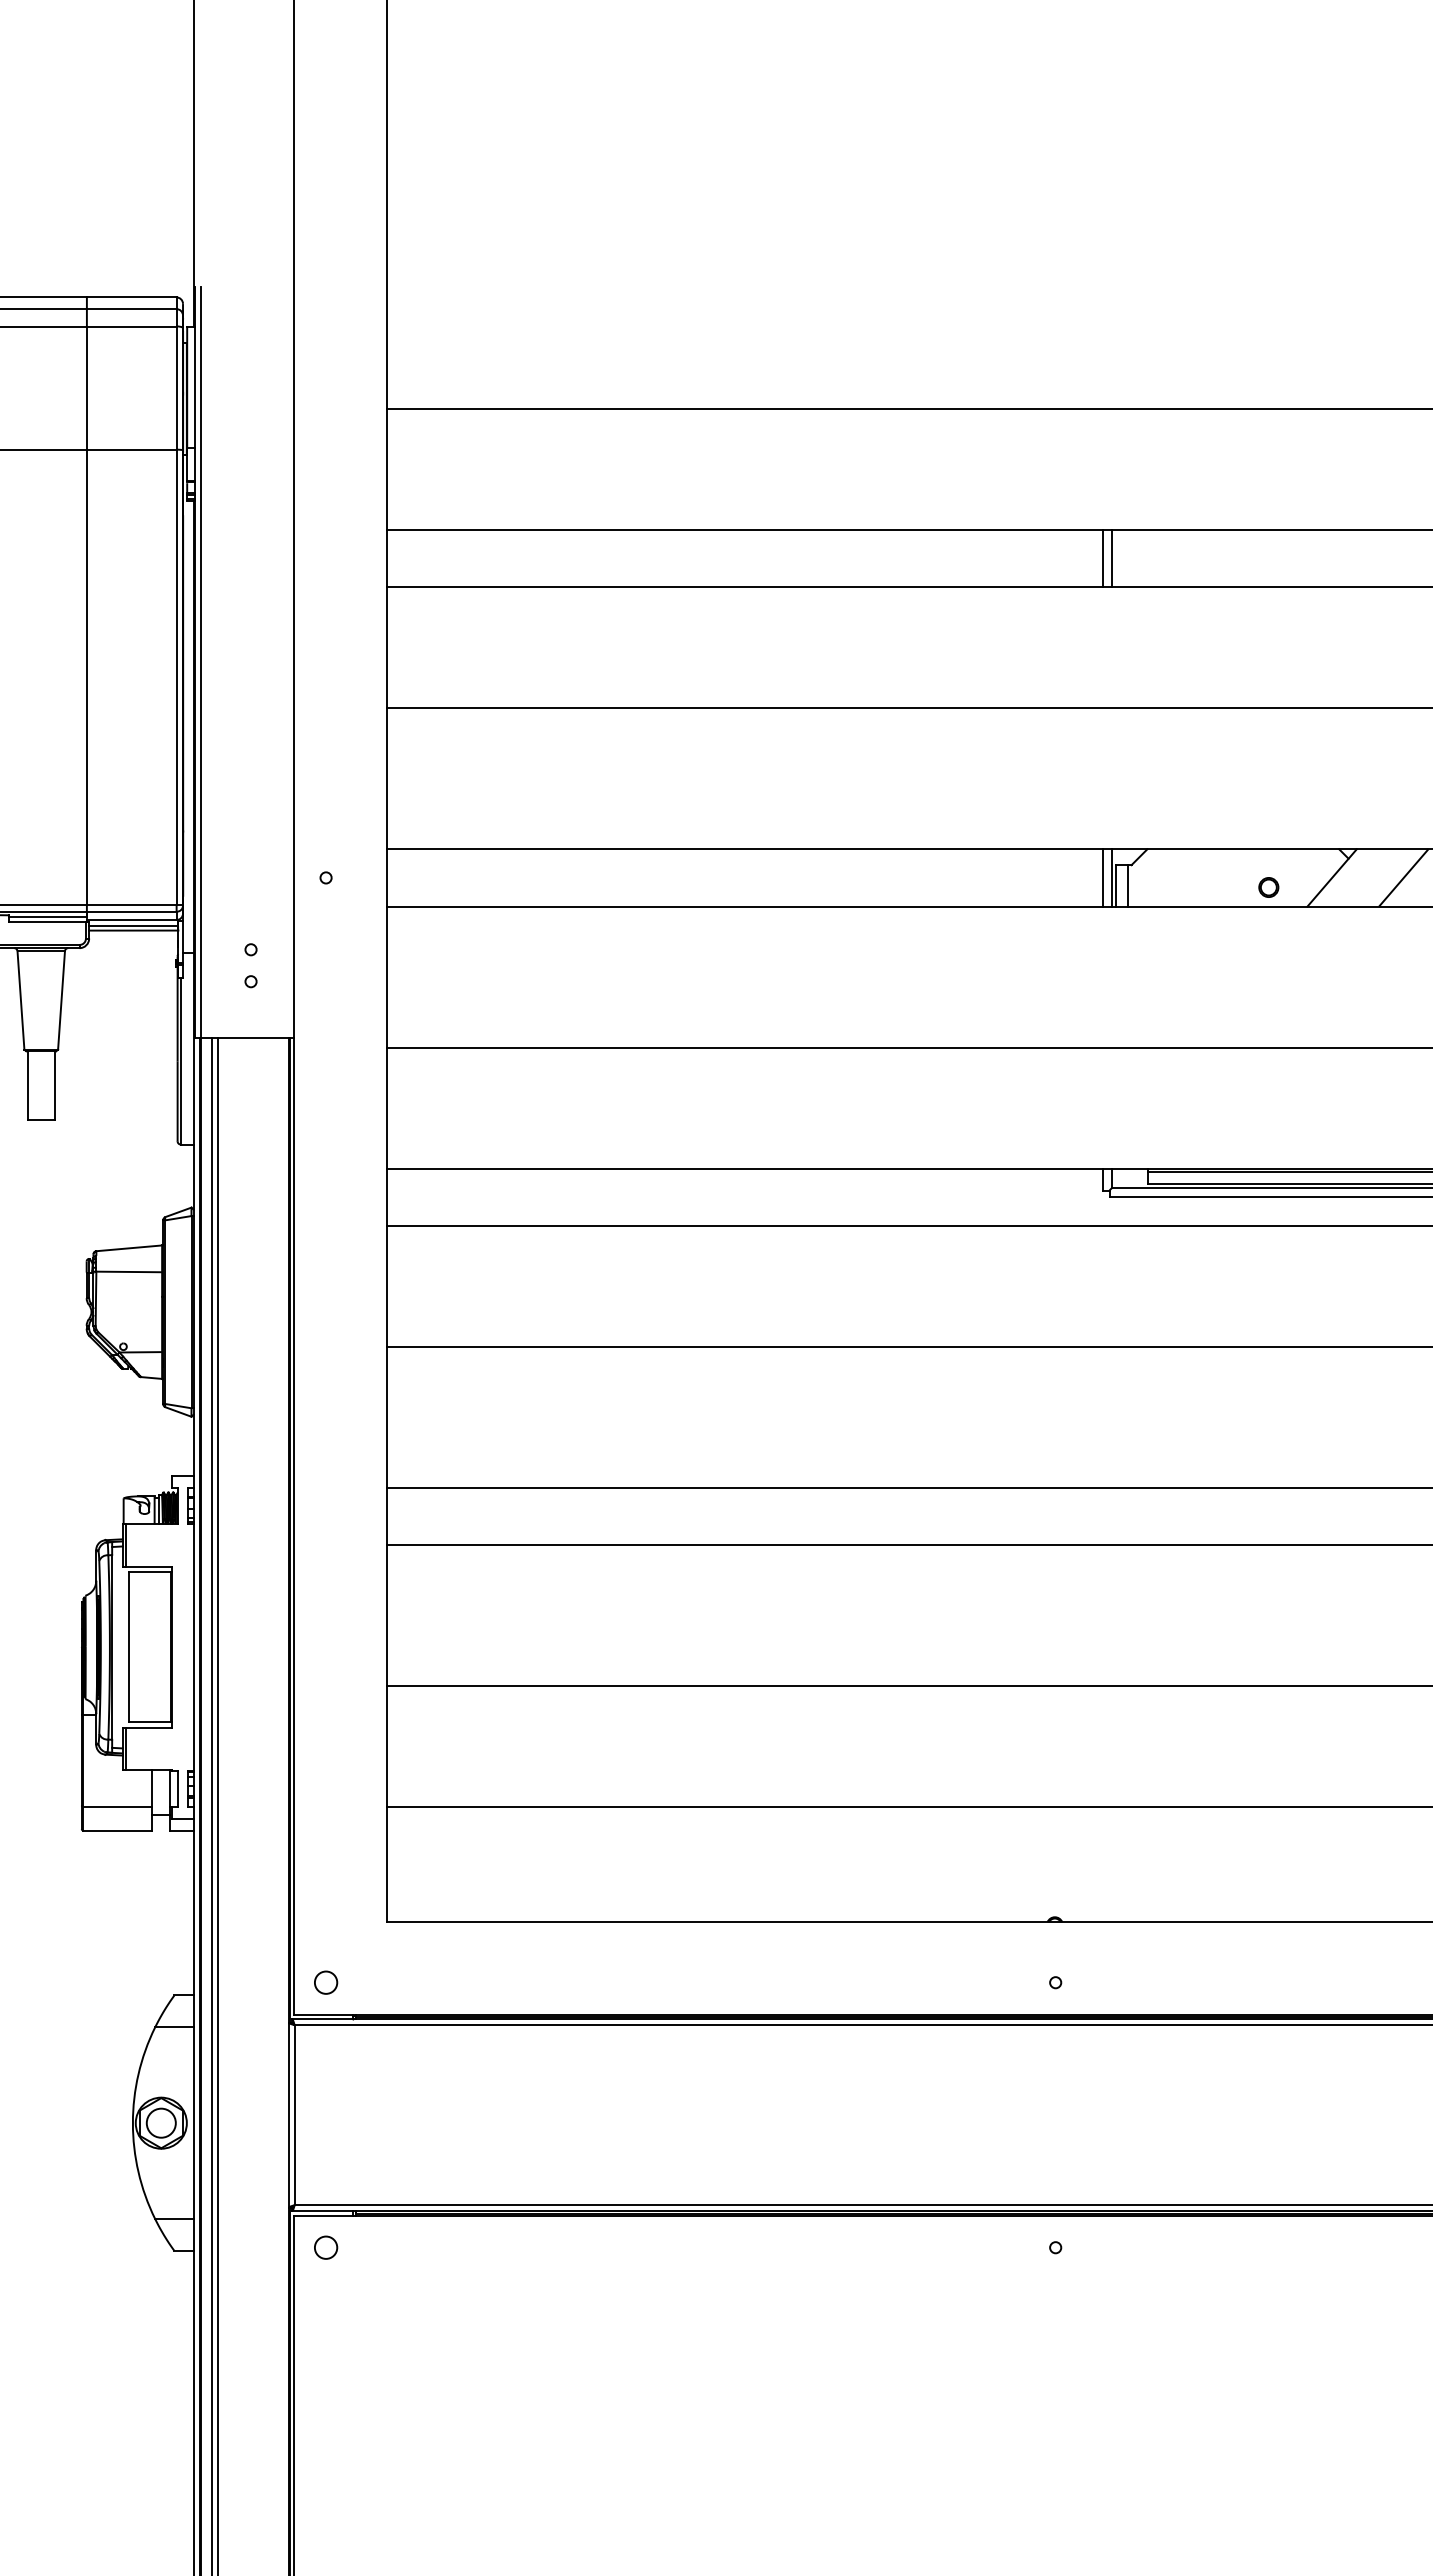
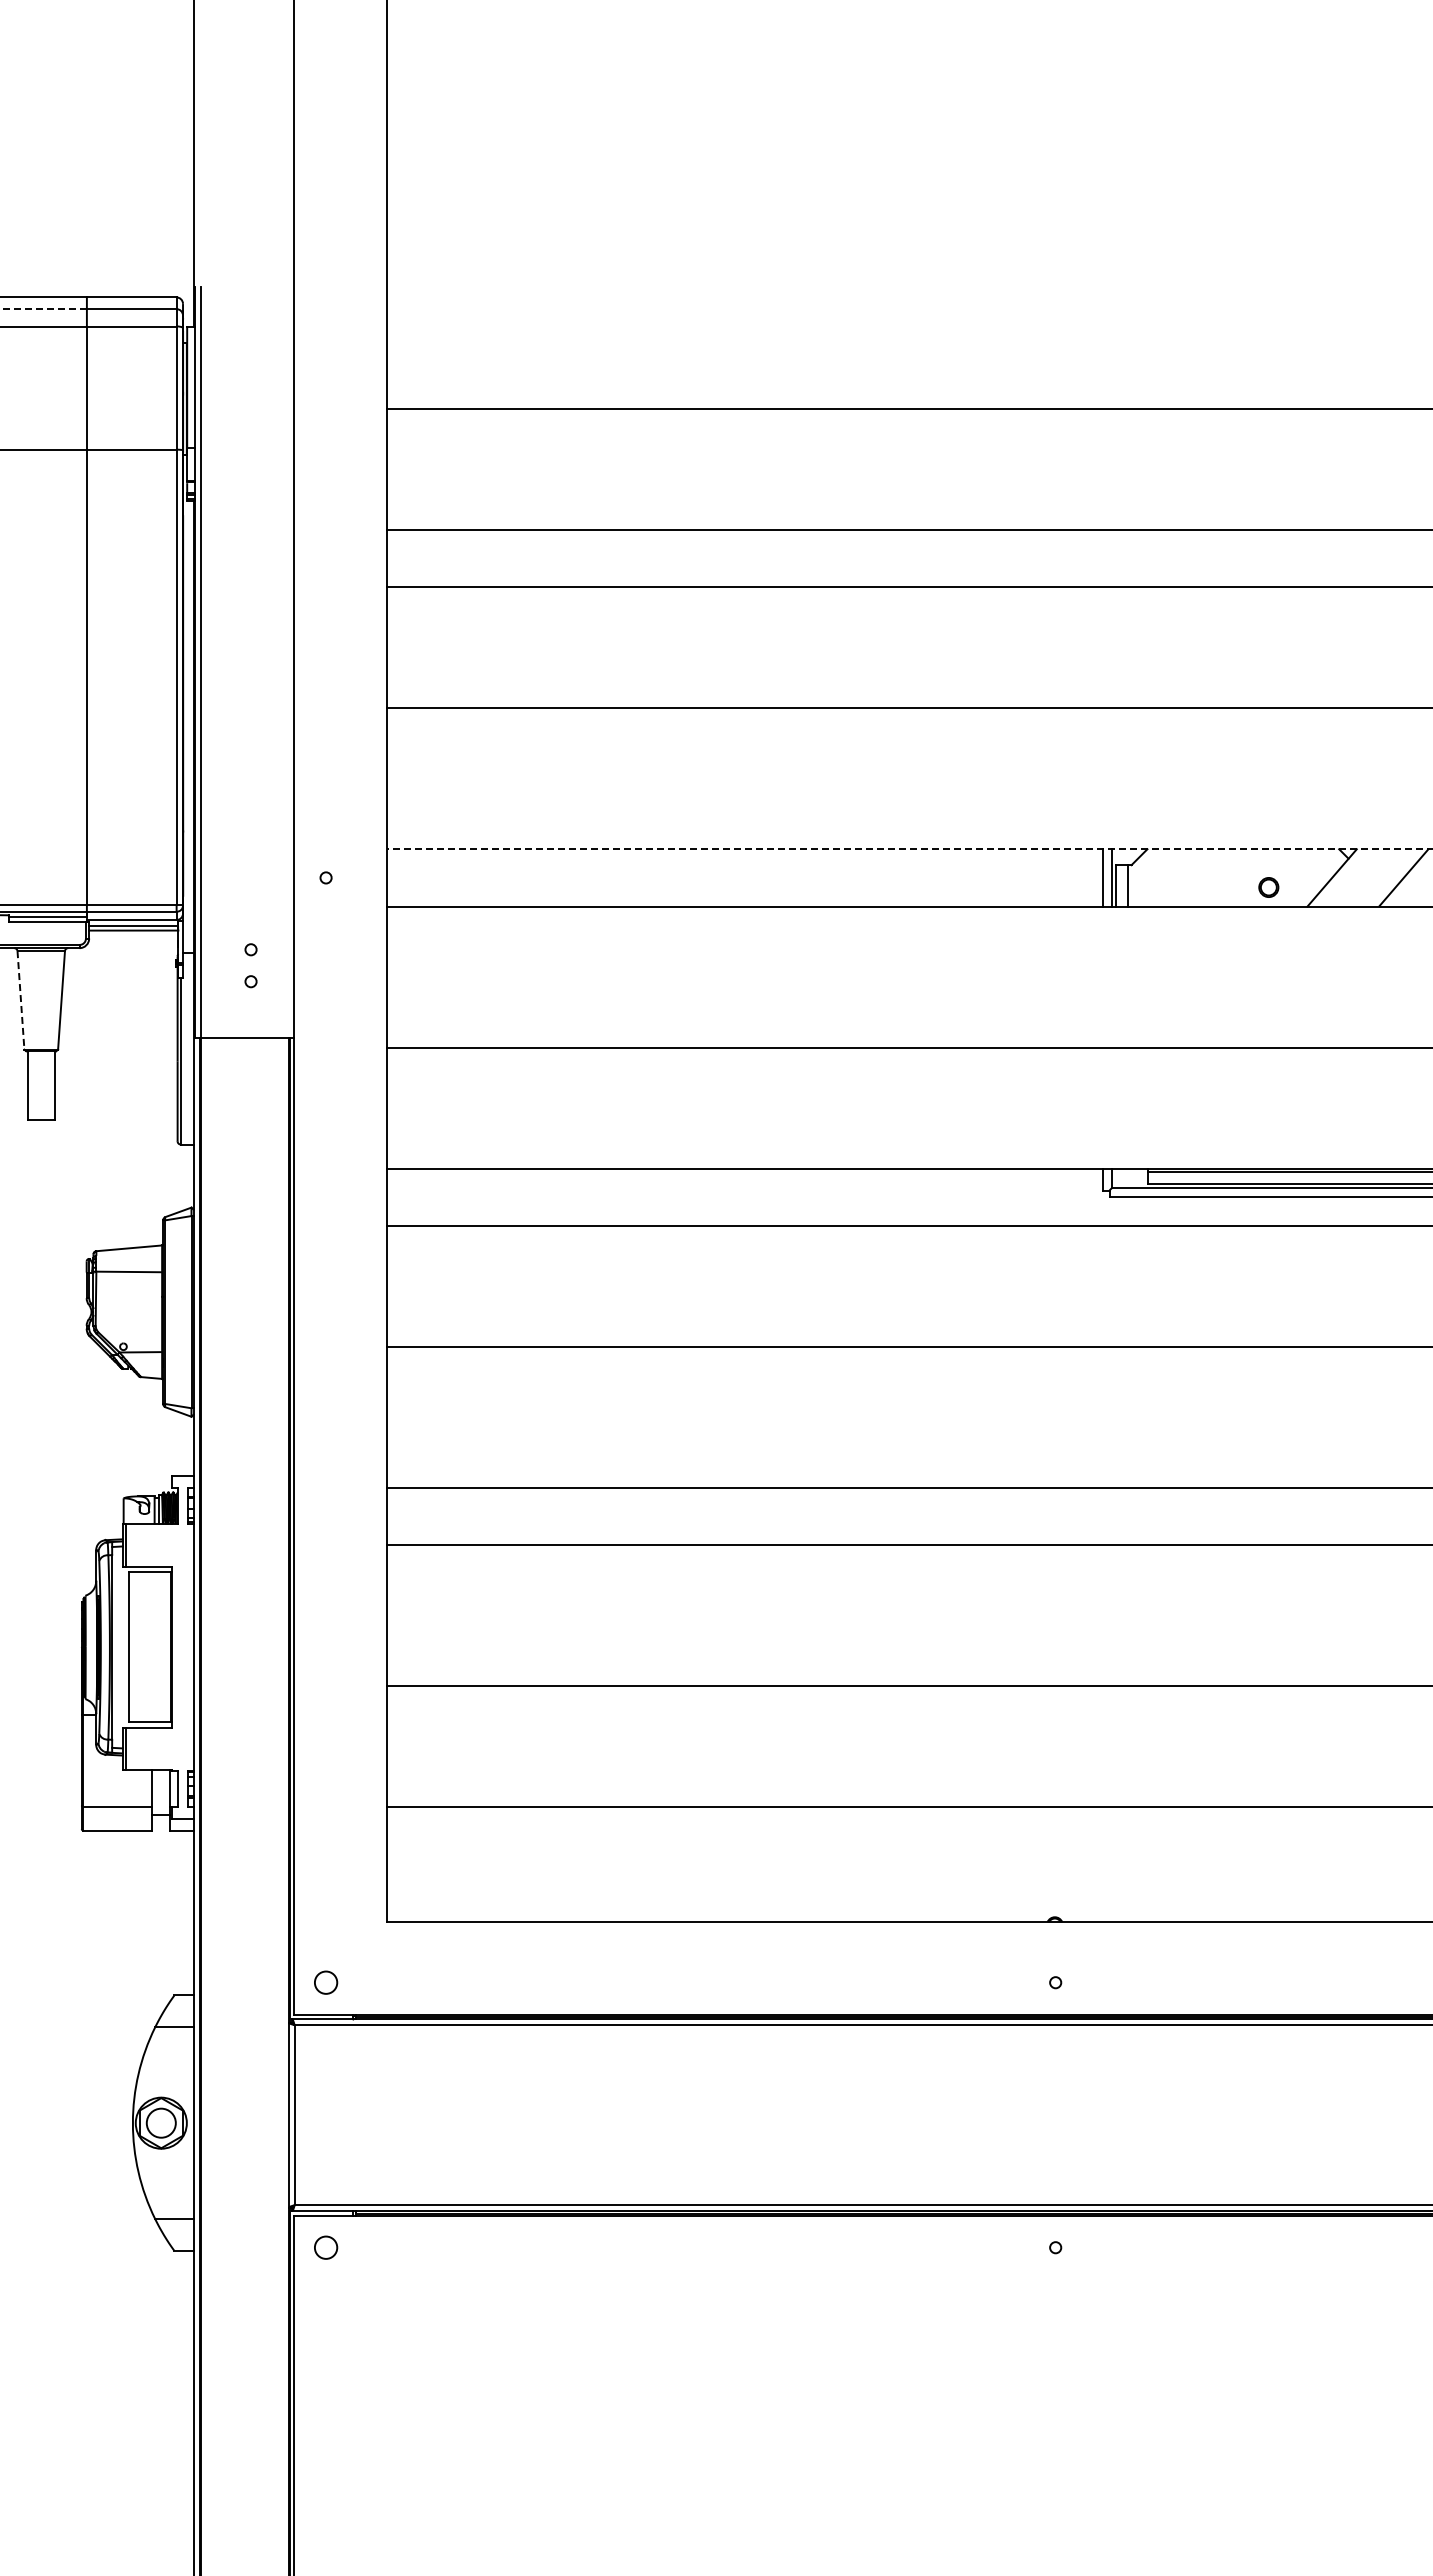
line at (43, 309): solid -> dashed
line at (1102, 558): present -> none
line at (1112, 558): present -> none
line at (909, 849): solid -> dashed
line at (21, 1000): solid -> dashed
line at (211, 1804): present -> none
line at (218, 1804): present -> none
